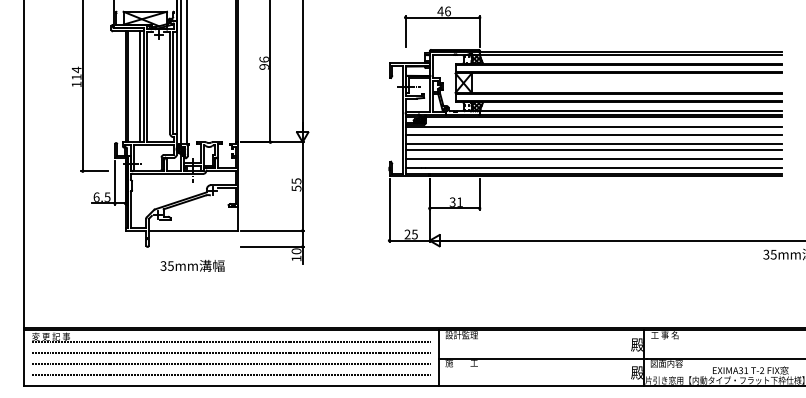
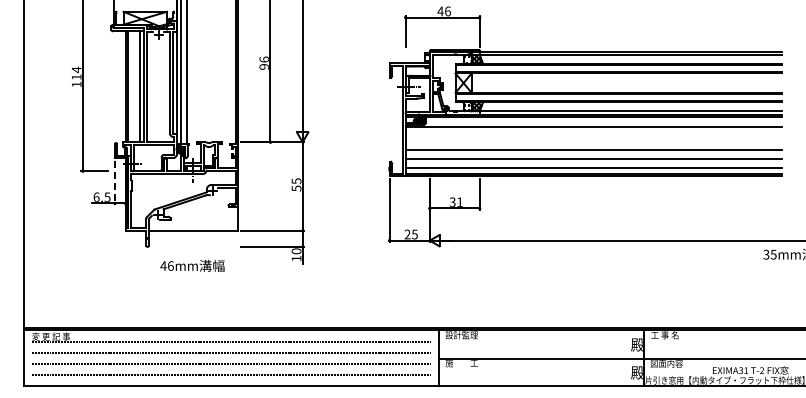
line at (593, 134): present -> none
line at (593, 144): present -> none
line at (115, 183): solid -> dashed
text at (166, 265): 35mm -> 46mm
